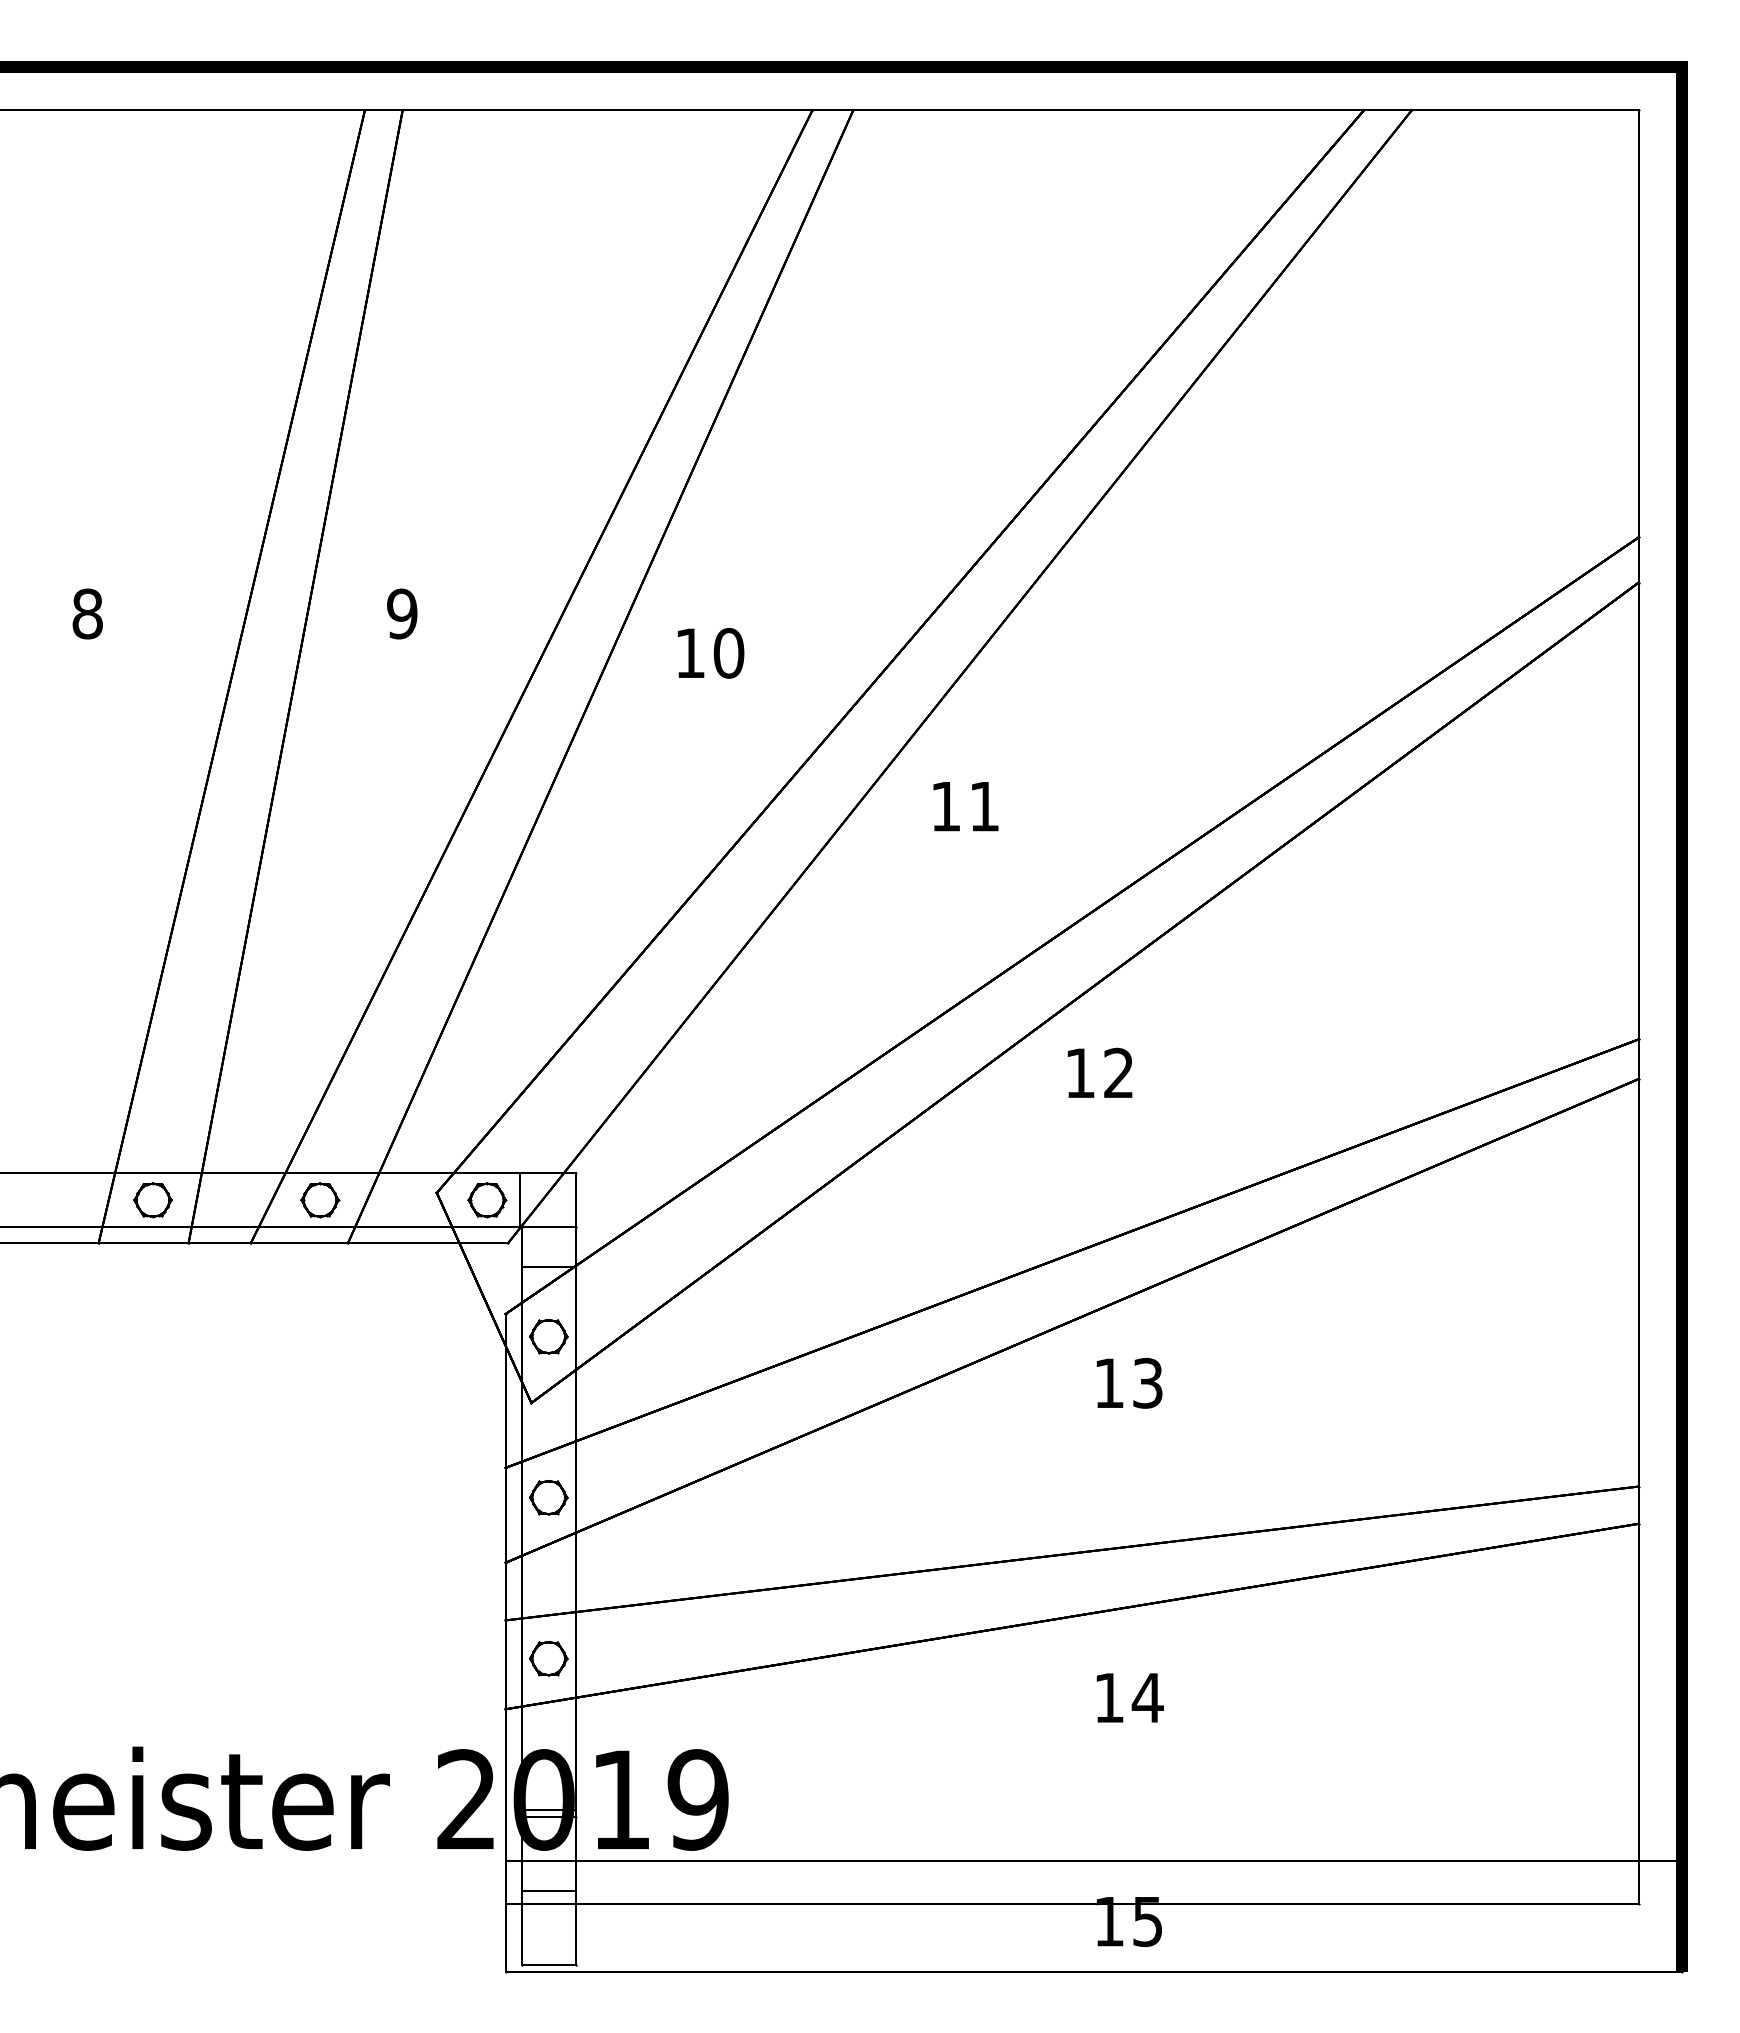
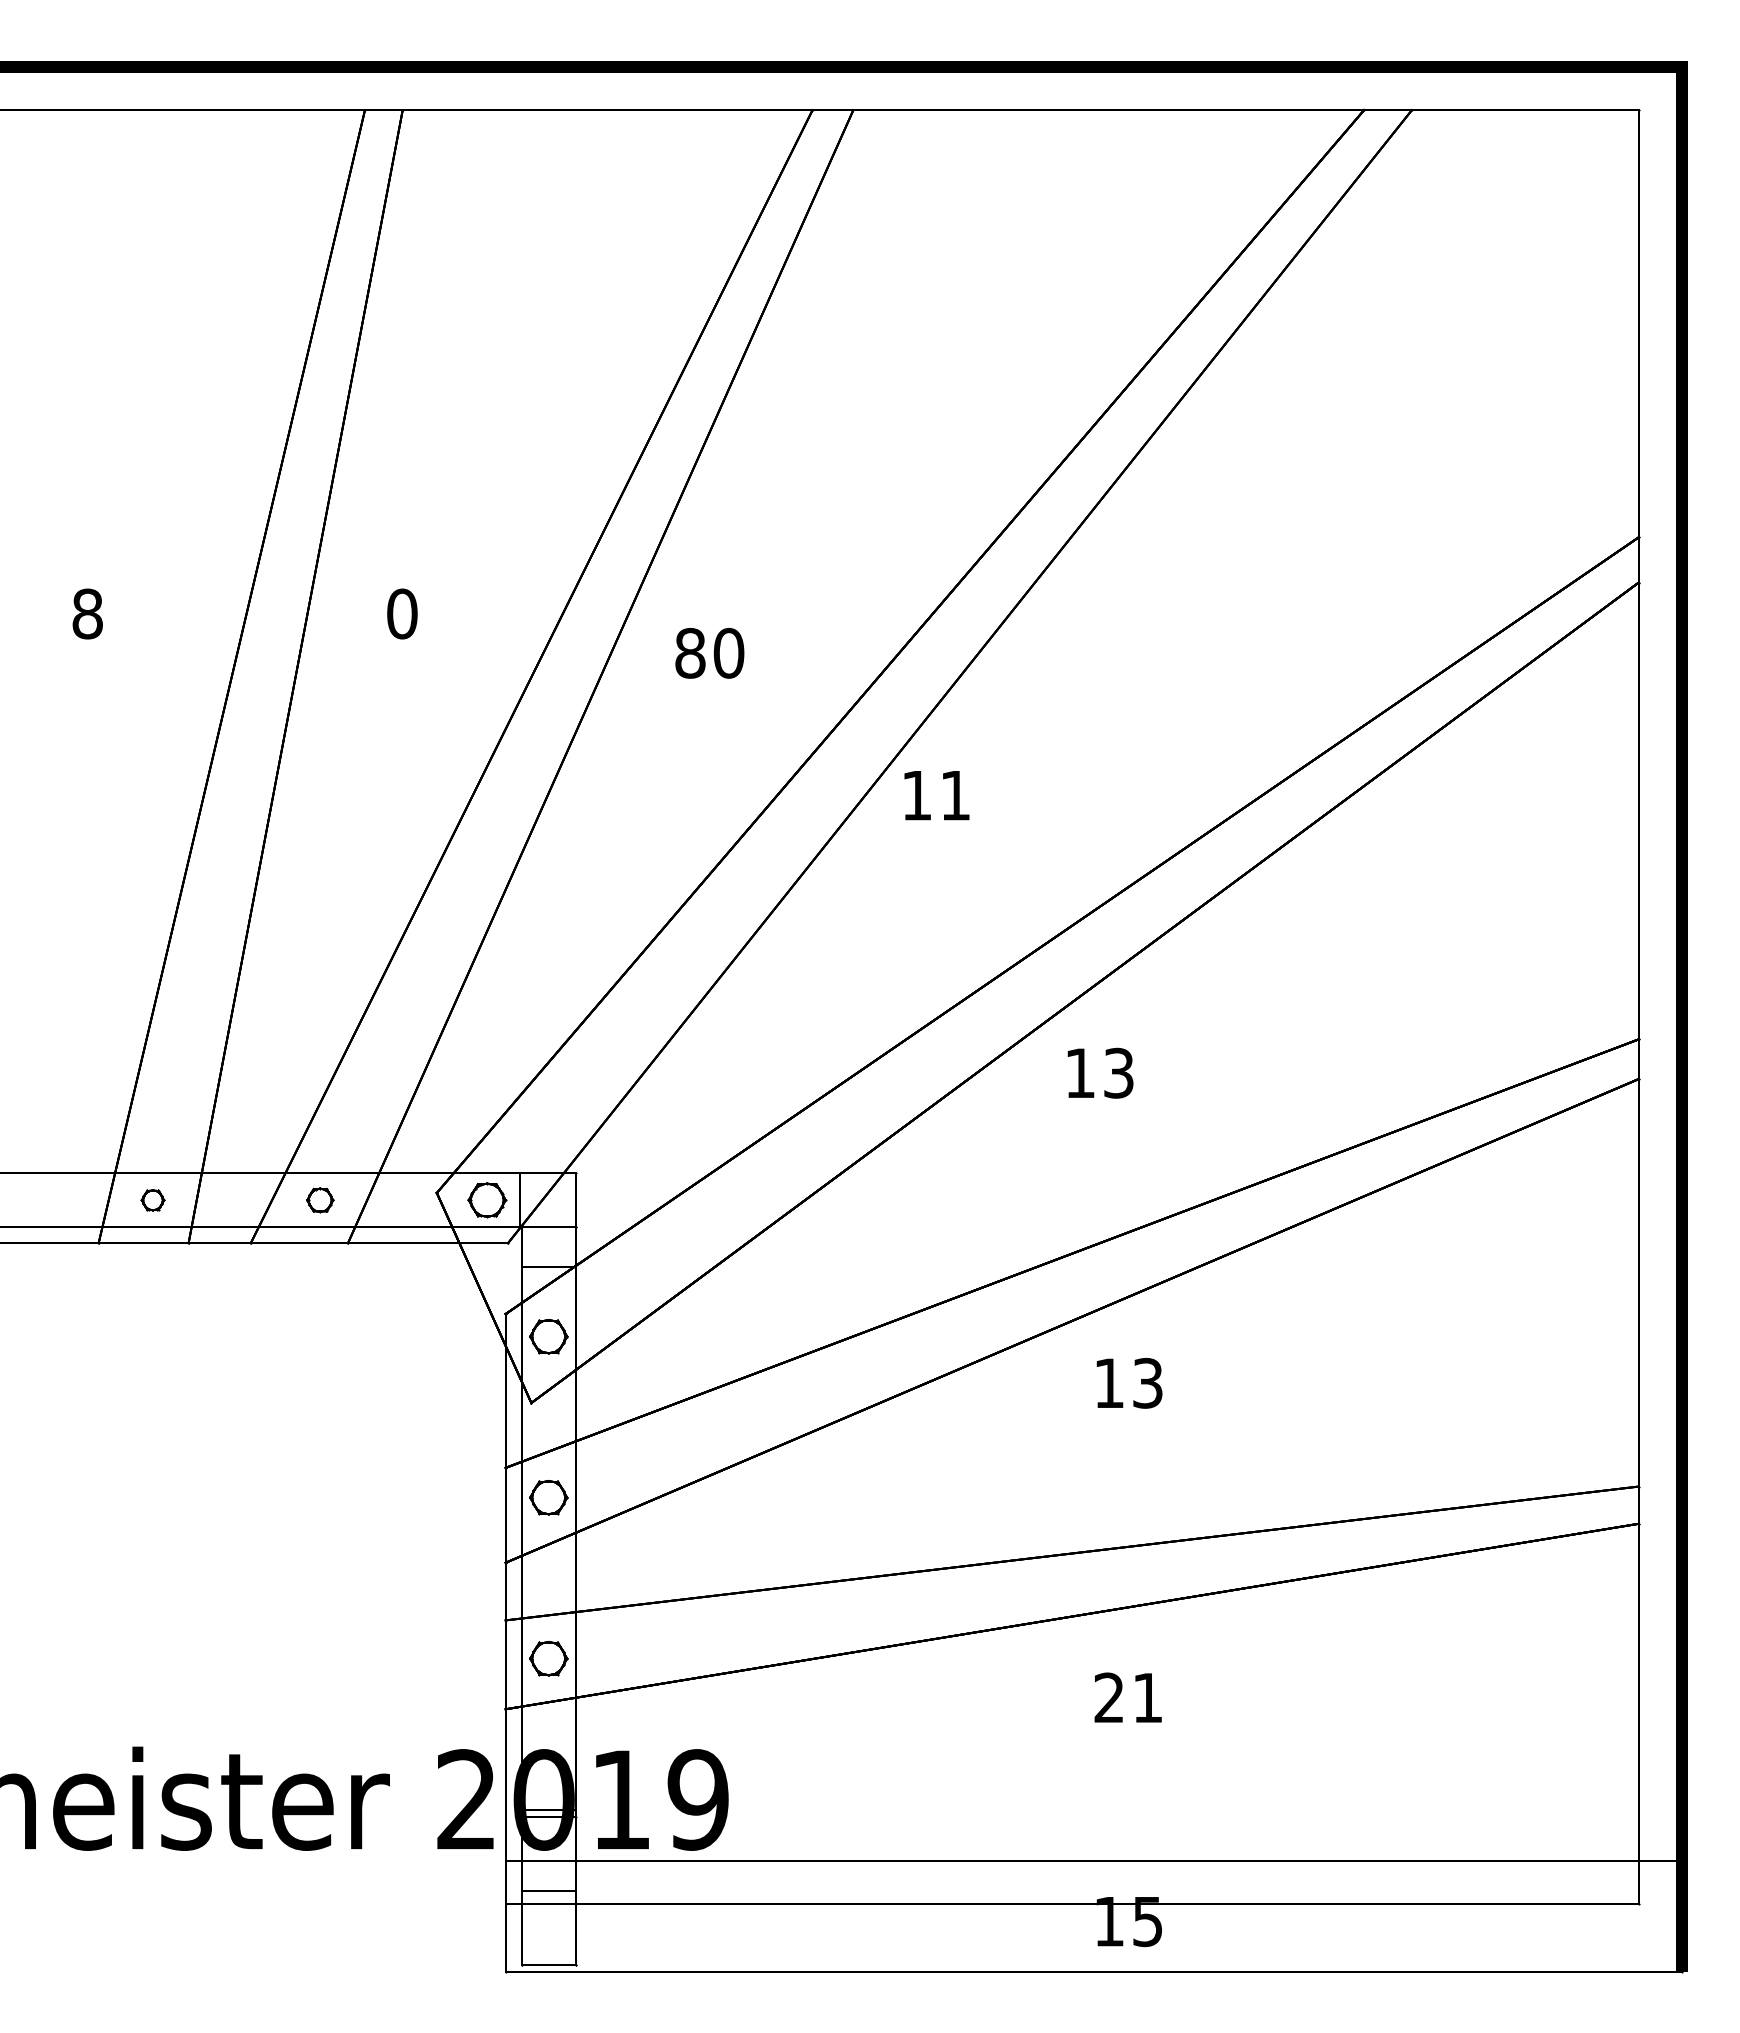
text at (402, 613): 9 -> 0
text at (690, 652): 10 -> 80
text at (965, 806) position: (965, 806) -> (936, 795)
text at (1118, 1073): 12 -> 13
part at (152, 1200) size: 40x37 px -> 26x23 px
part at (320, 1200) size: 41x37 px -> 29x27 px
text at (1128, 1697): 14 -> 21
